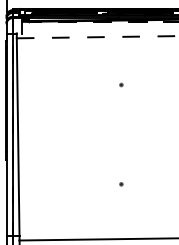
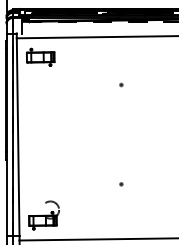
line at (97, 37): dashed -> solid
part at (40, 56): none -> present
part at (43, 215): none -> present
